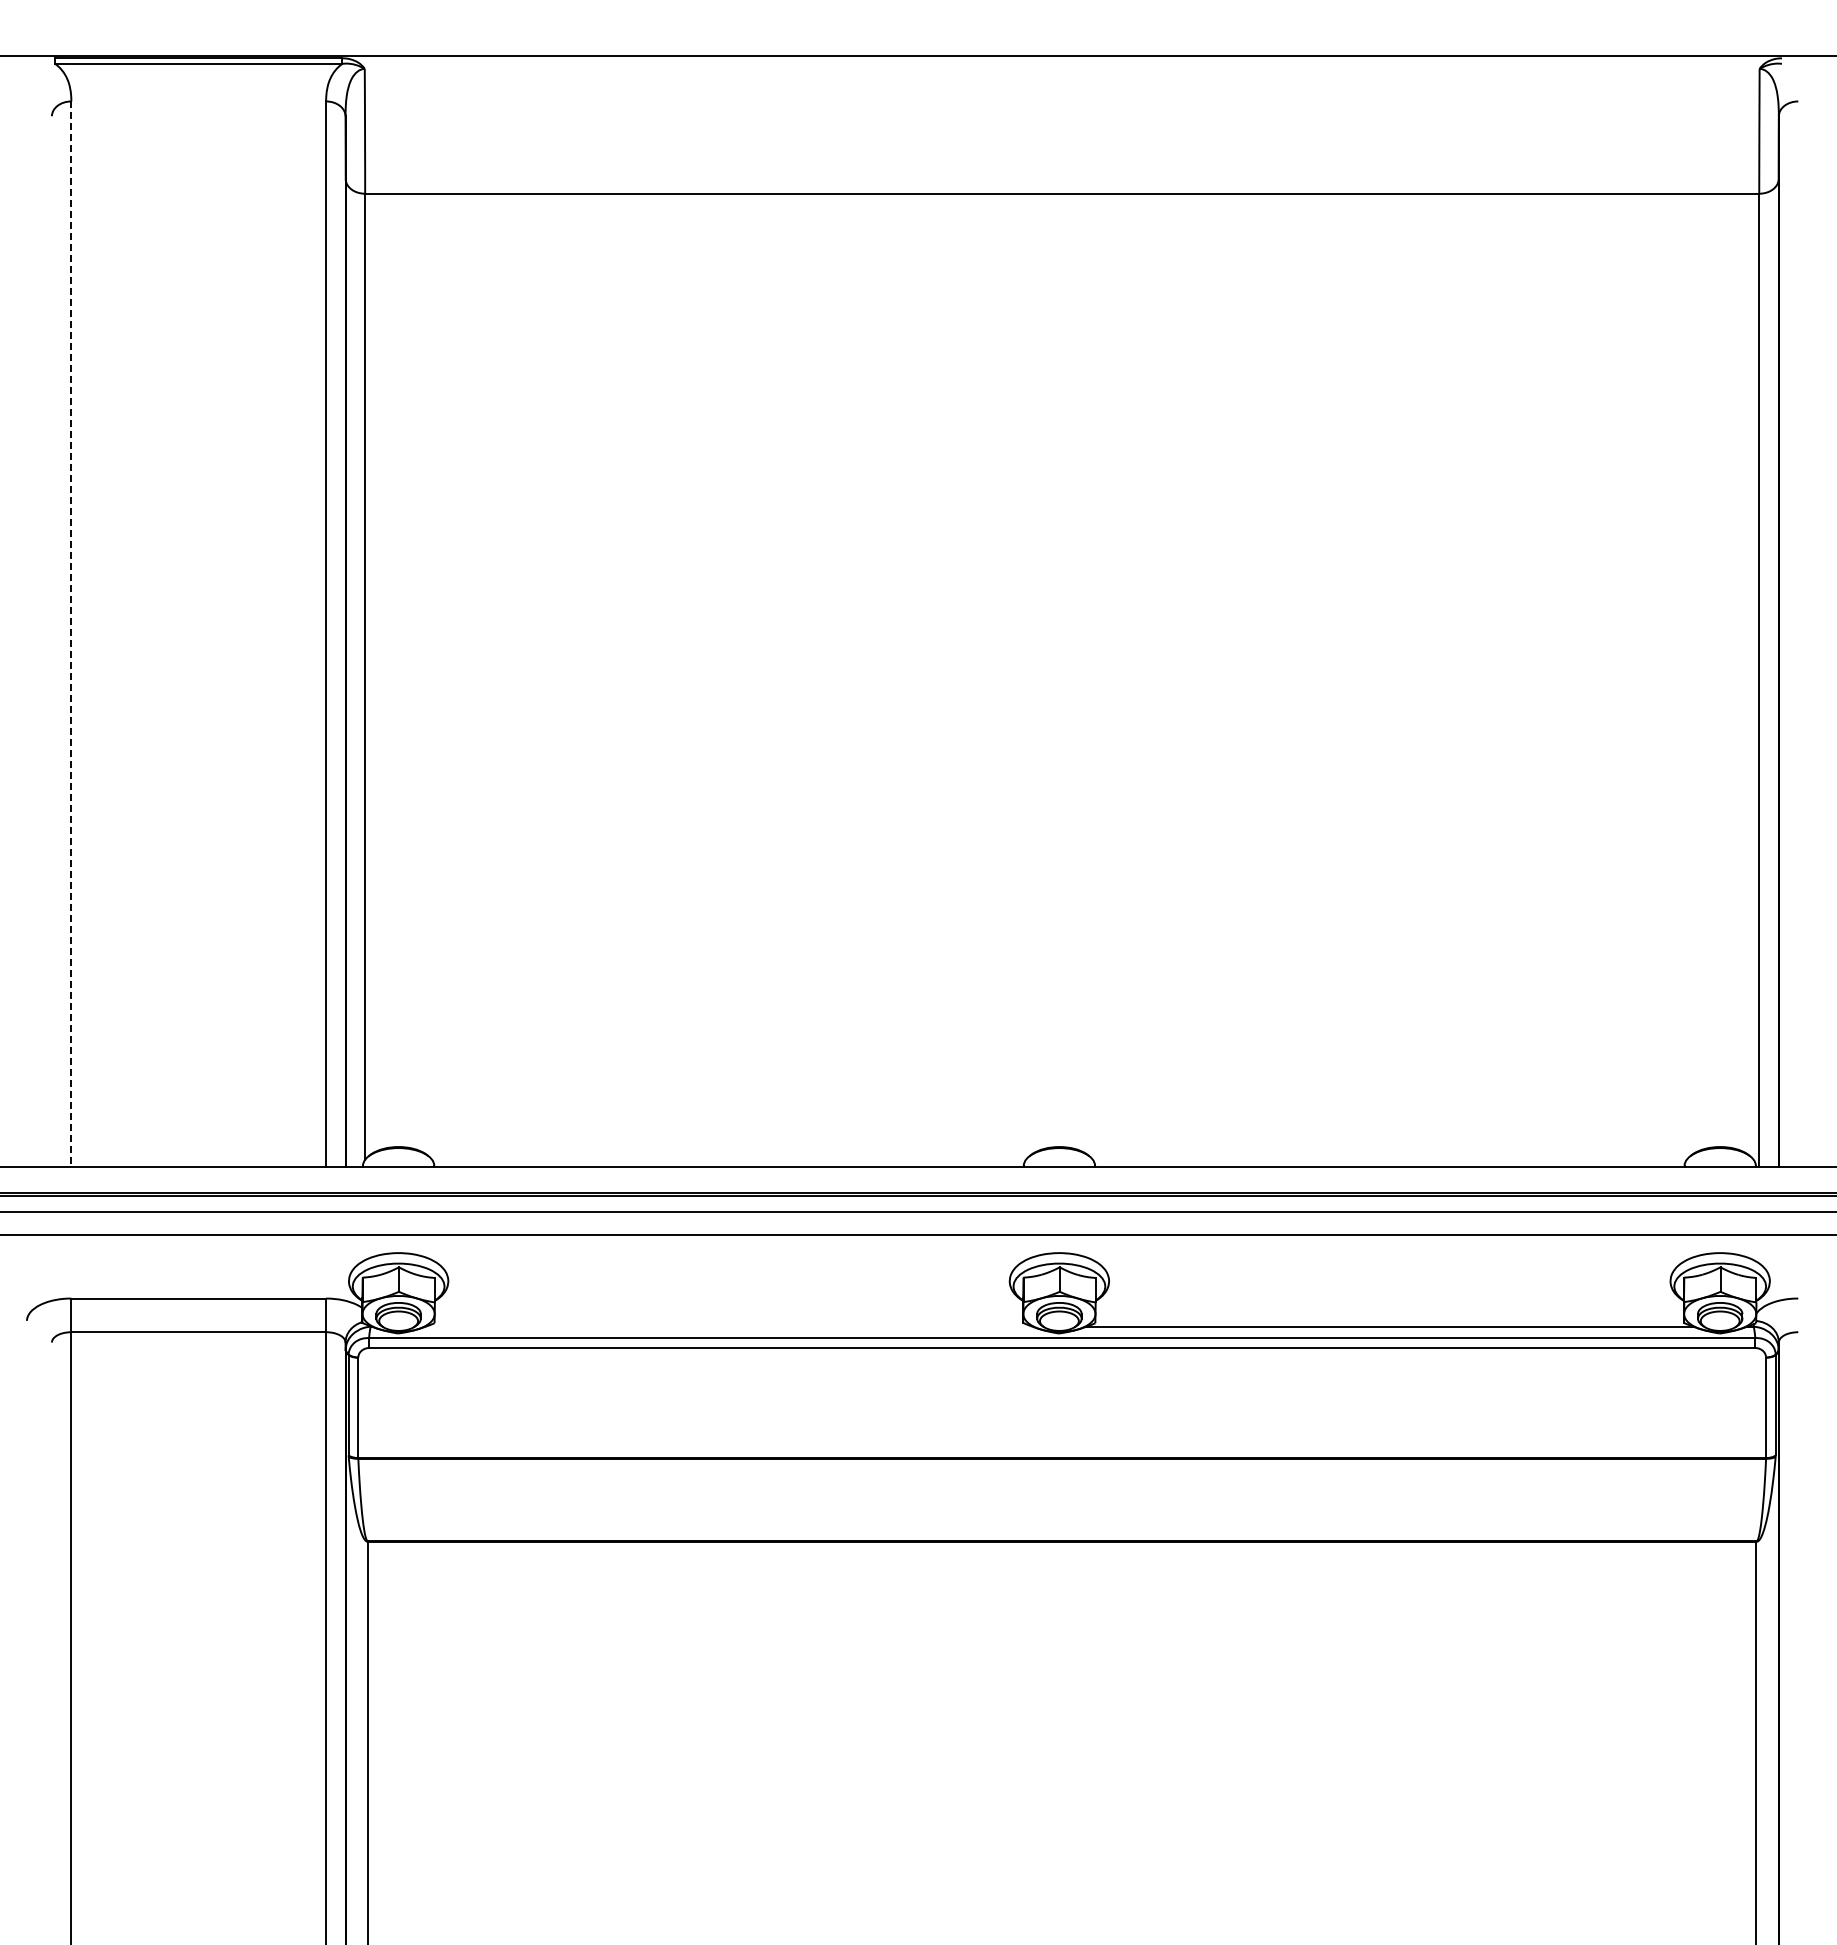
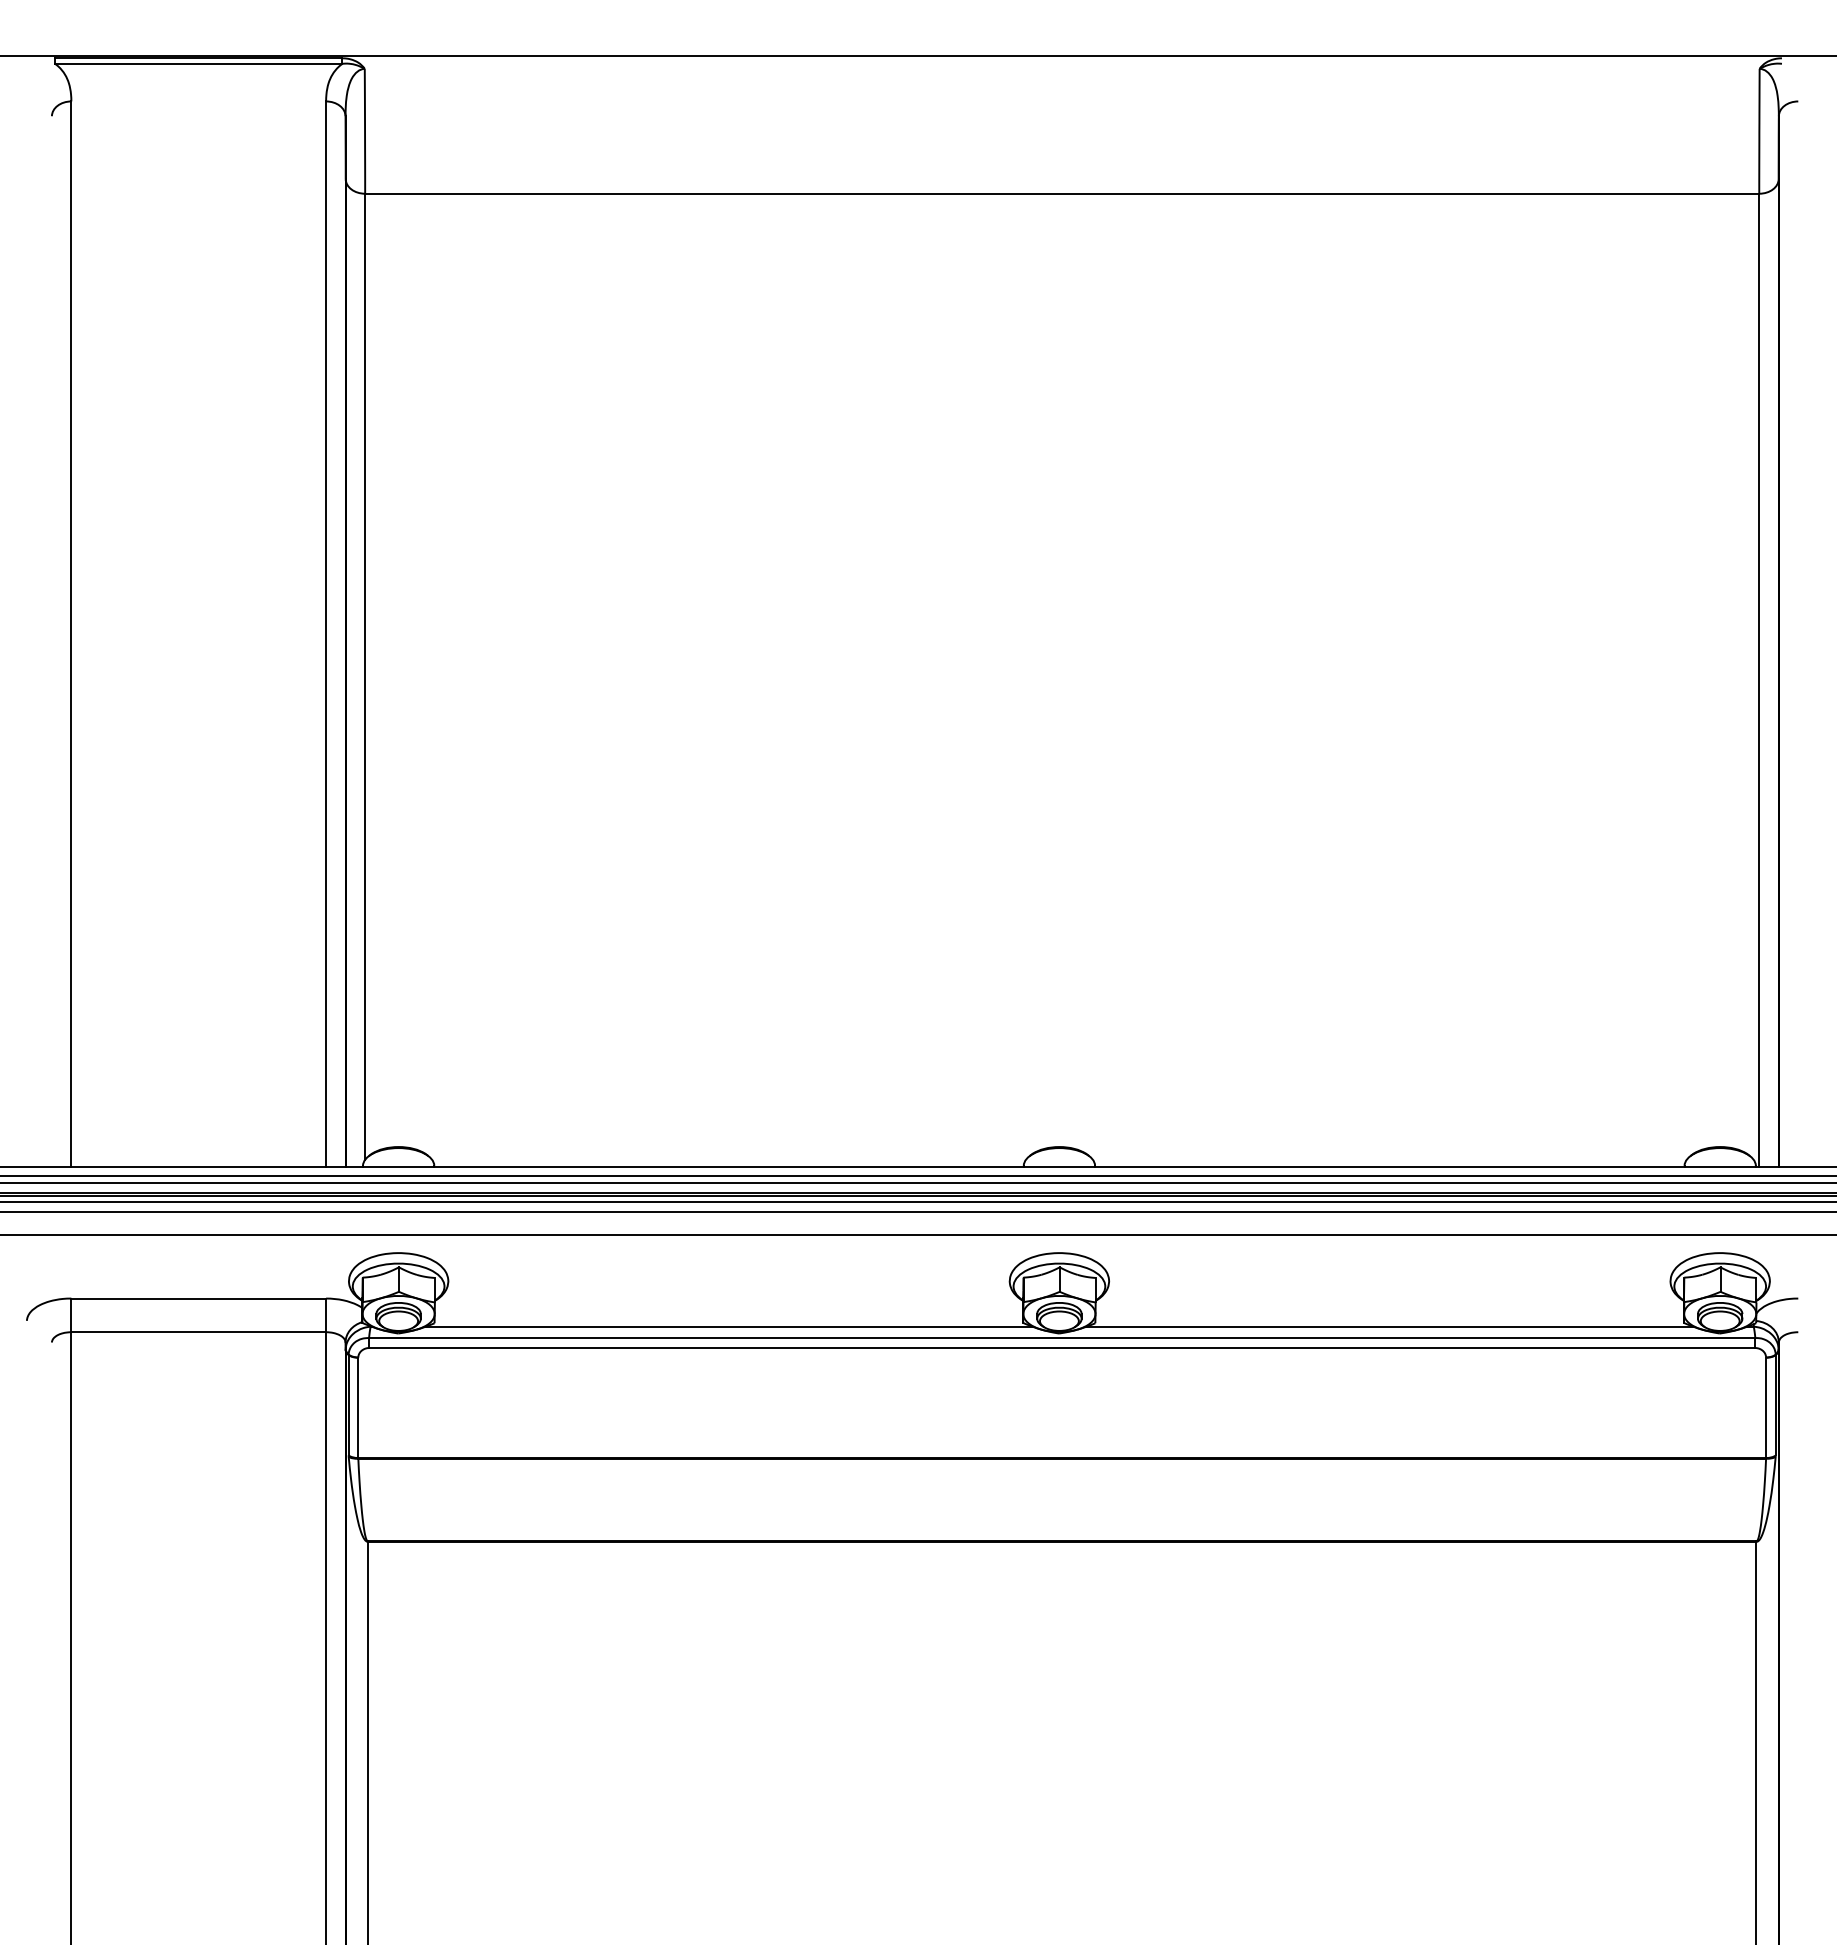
line at (71, 634): dashed -> solid
line at (917, 1175): none -> present
line at (917, 1182): none -> present
line at (917, 1202): none -> present
line at (728, 1326): none -> present
